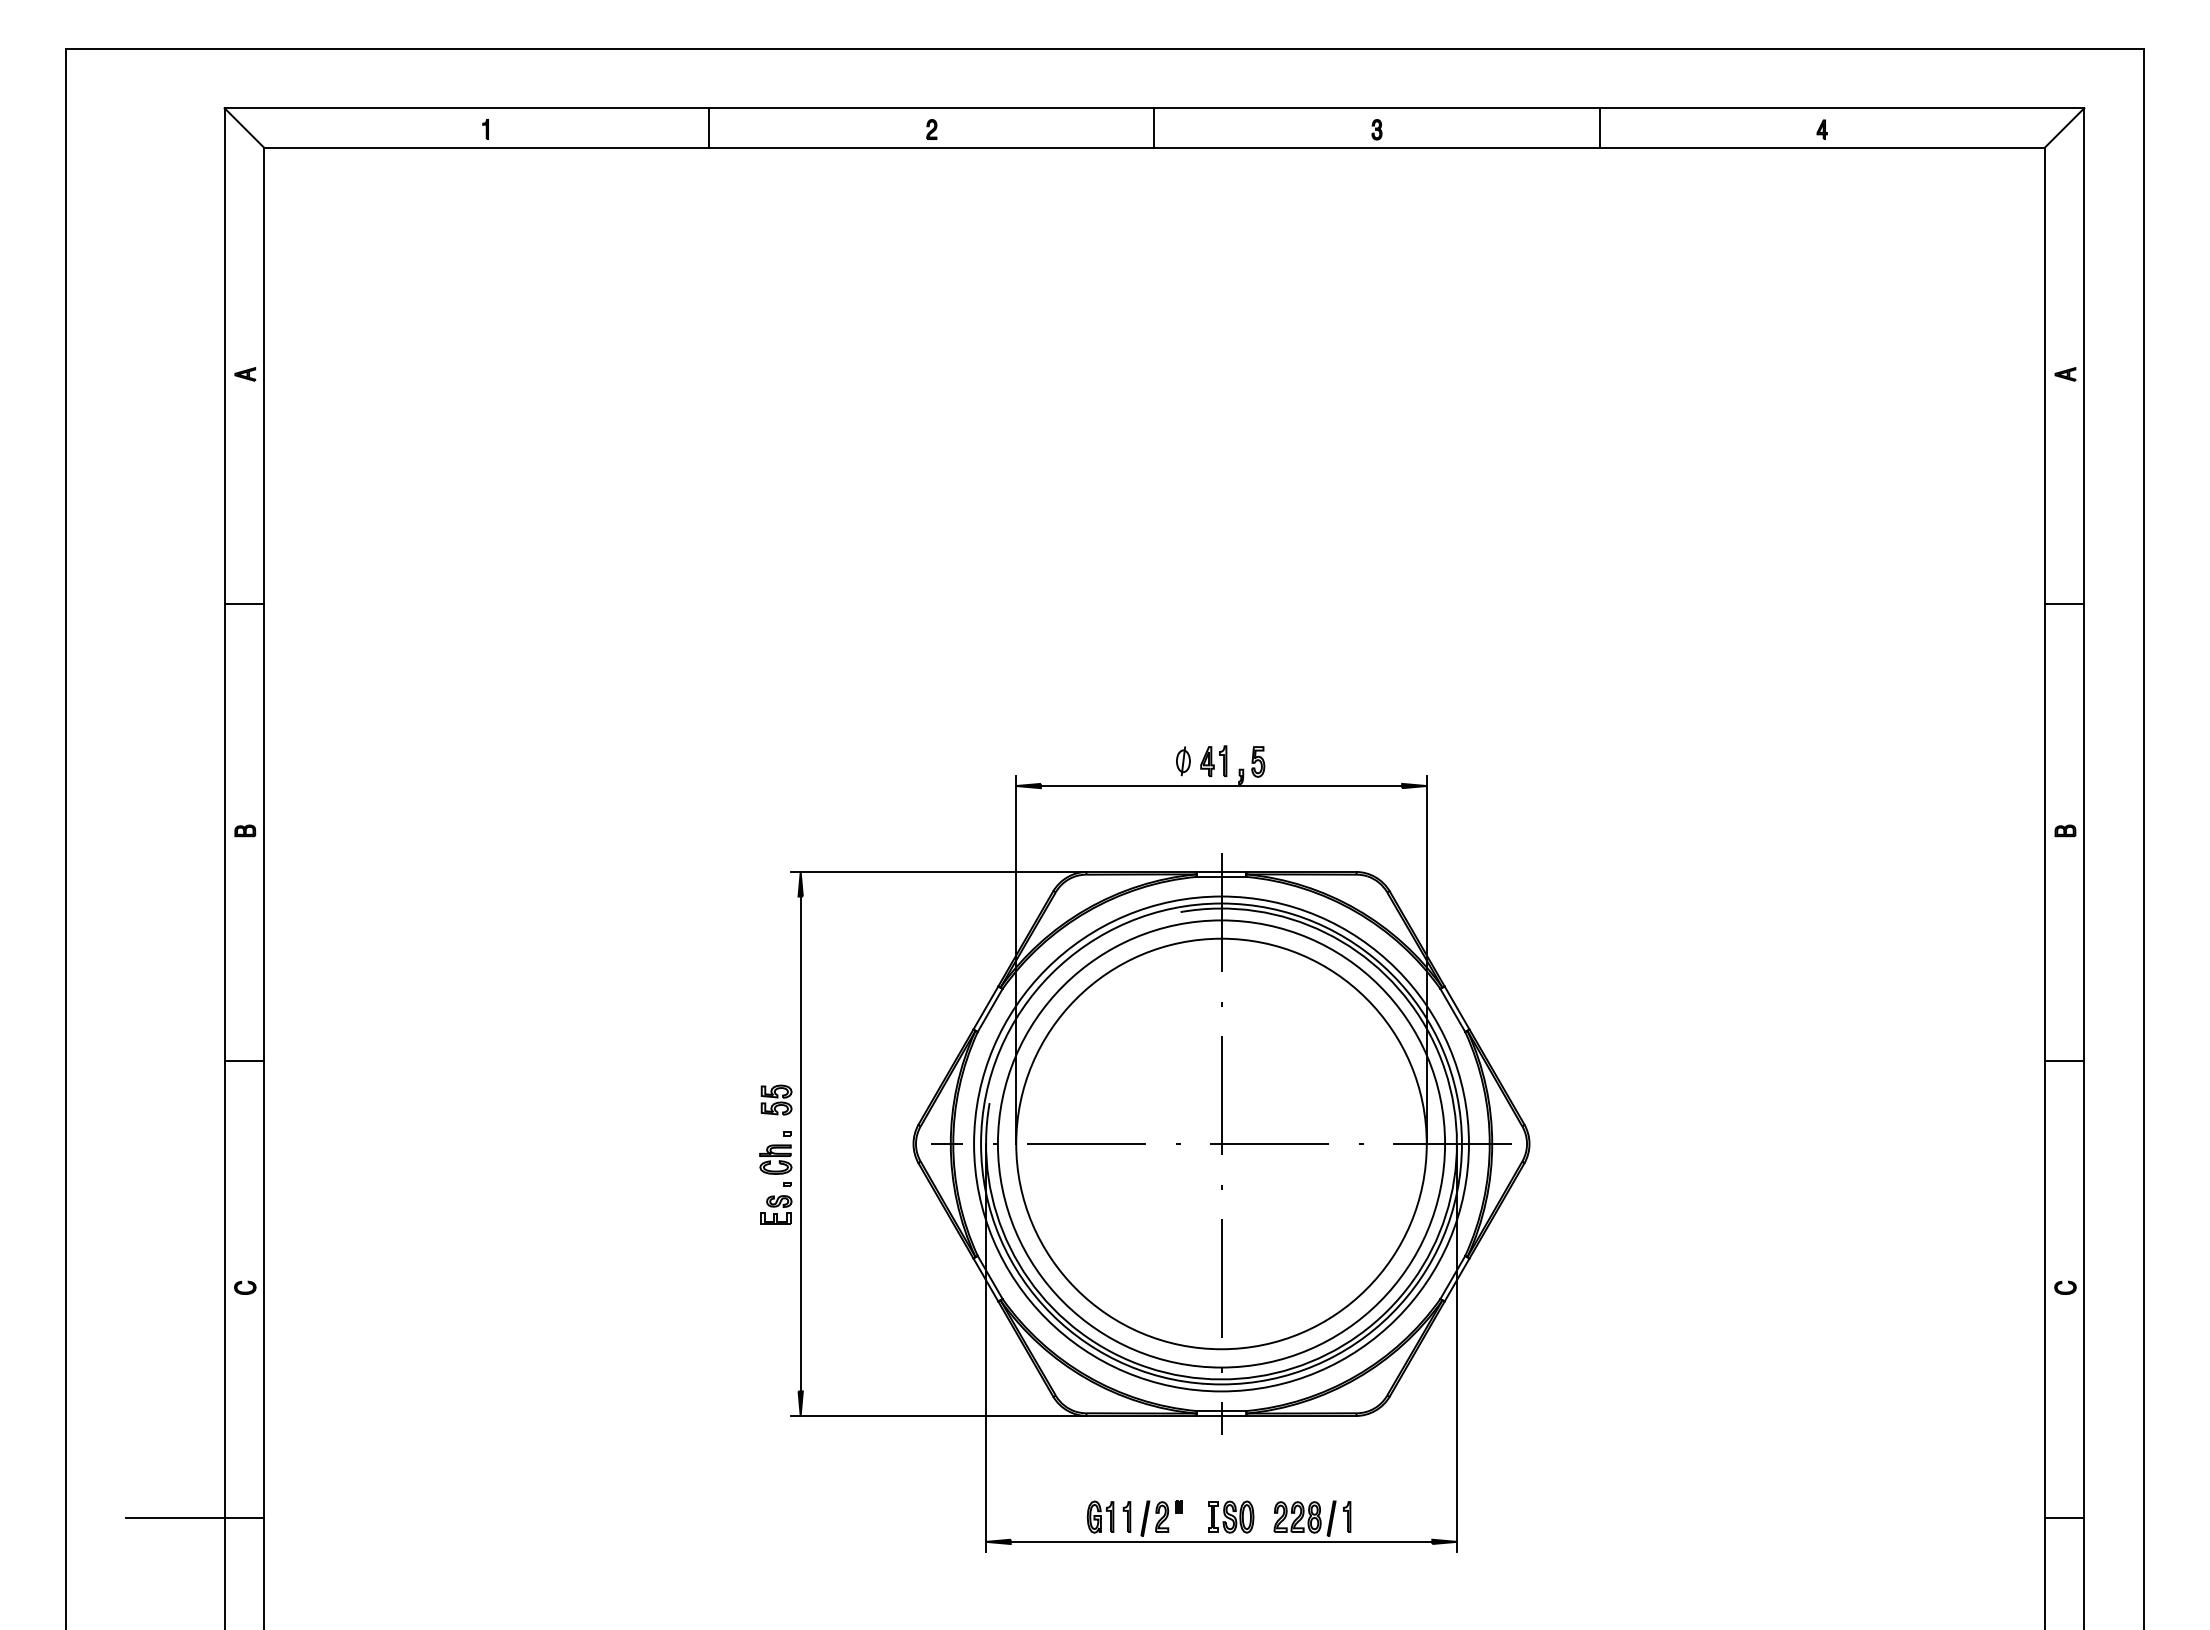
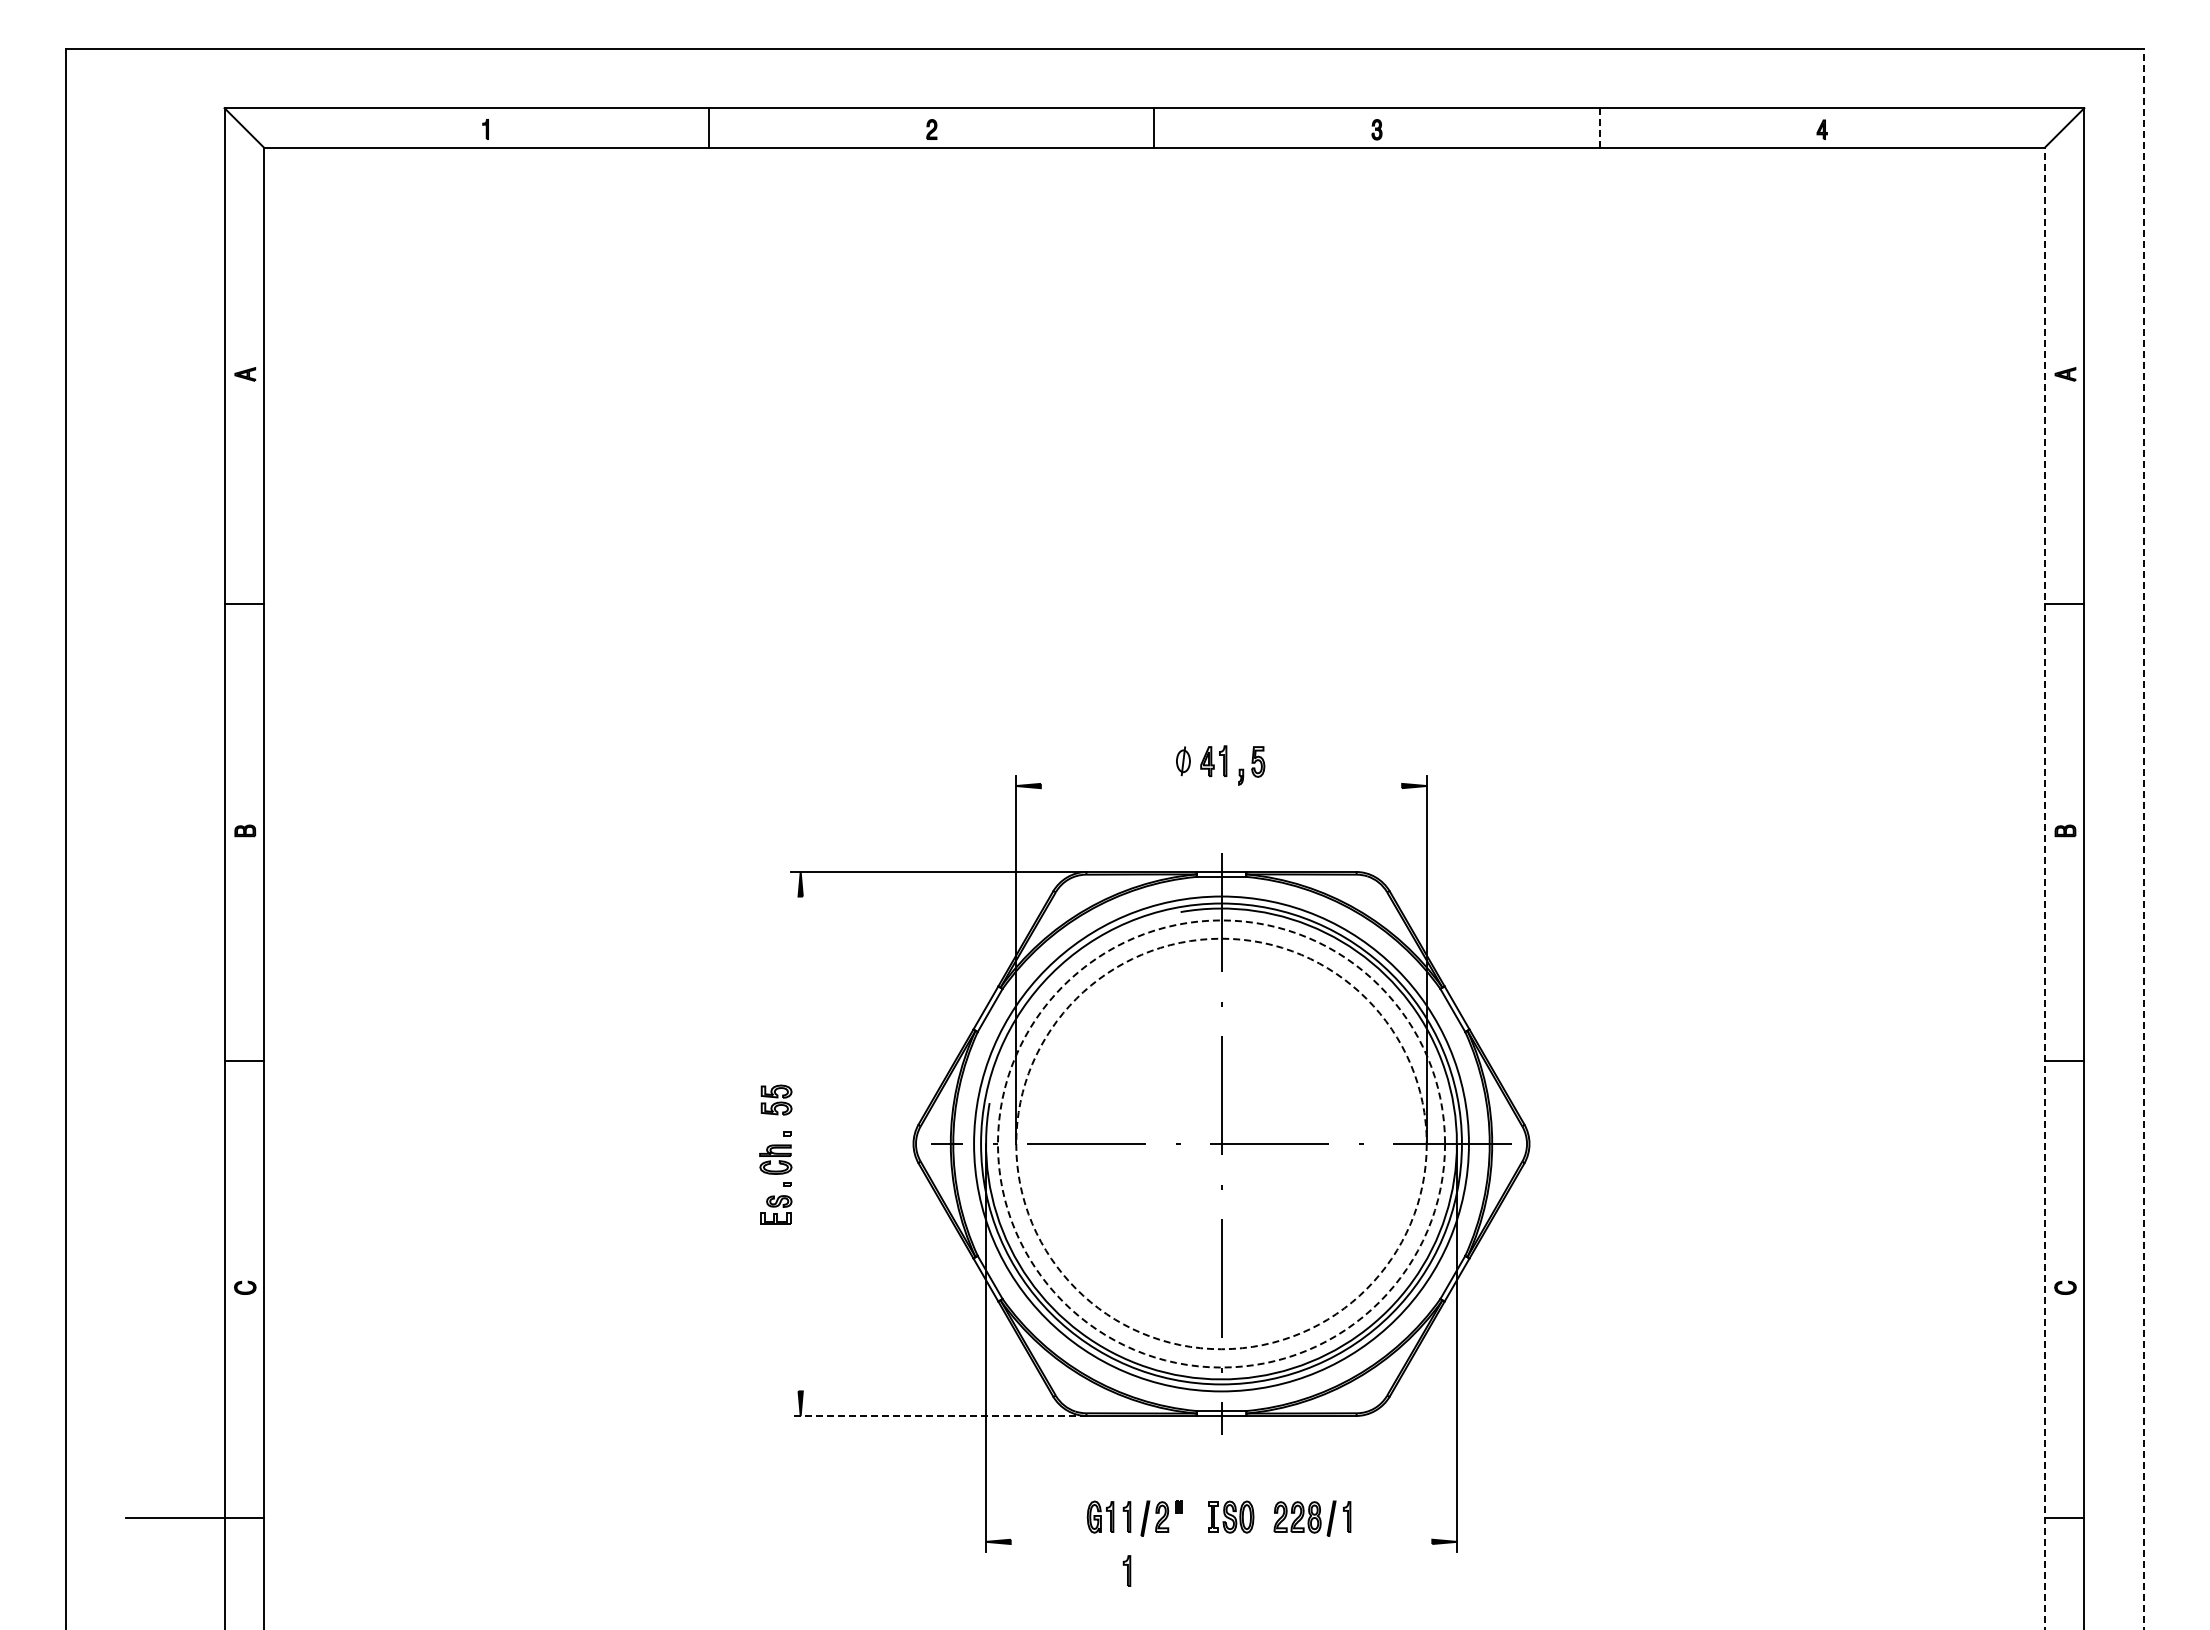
line at (1599, 127): solid -> dashed
line at (1221, 786): present -> none
line at (2143, 838): solid -> dashed
line at (2044, 888): solid -> dashed
line at (800, 1143): present -> none
circle at (1221, 1143): solid -> dashed
circle at (1221, 1143): solid -> dashed
line at (938, 1416): solid -> dashed
line at (1221, 1541): present -> none
part at (1126, 1570): none -> present
